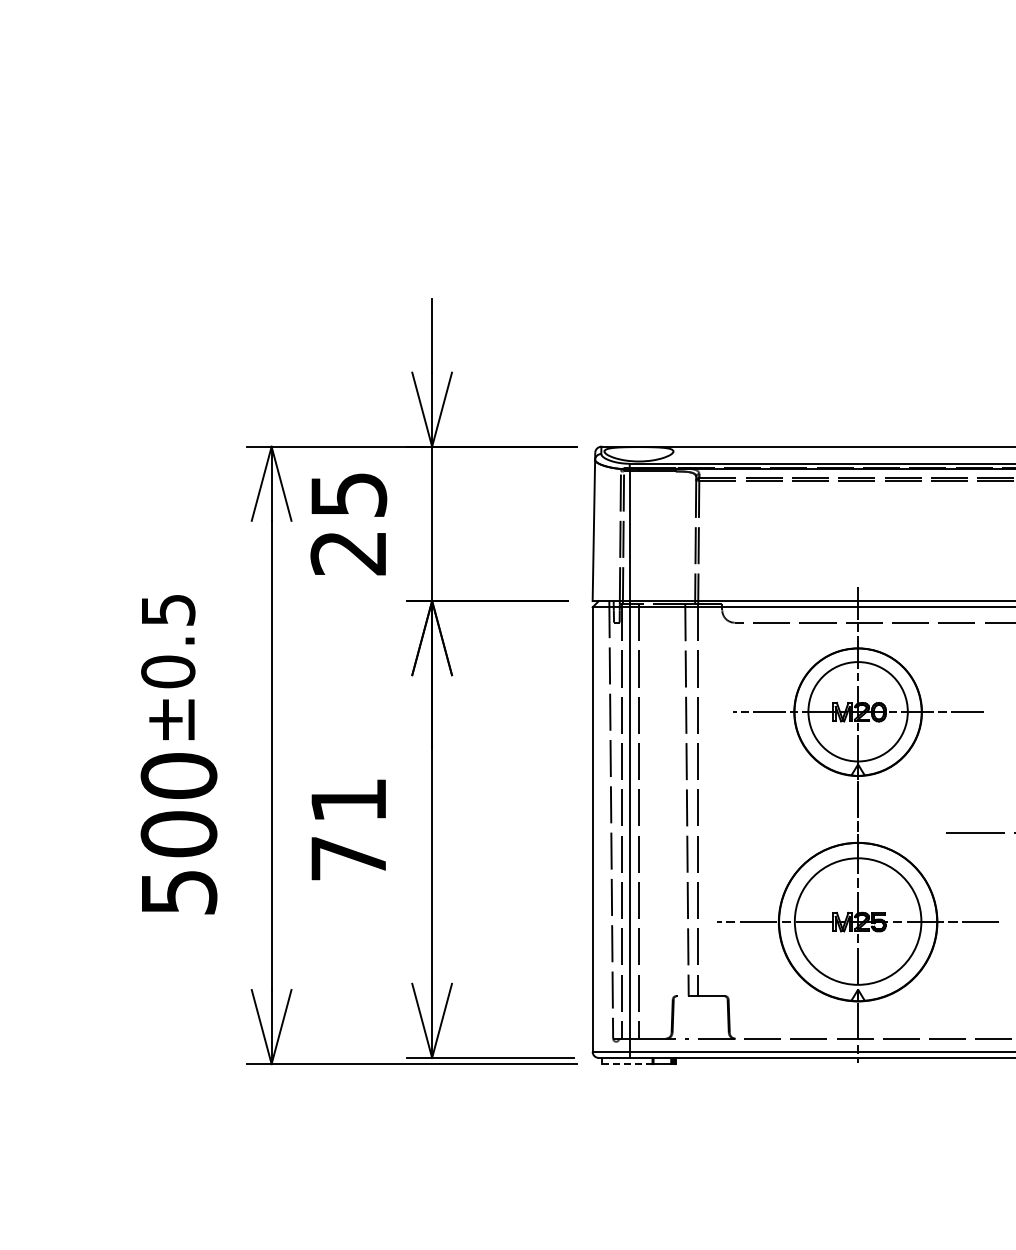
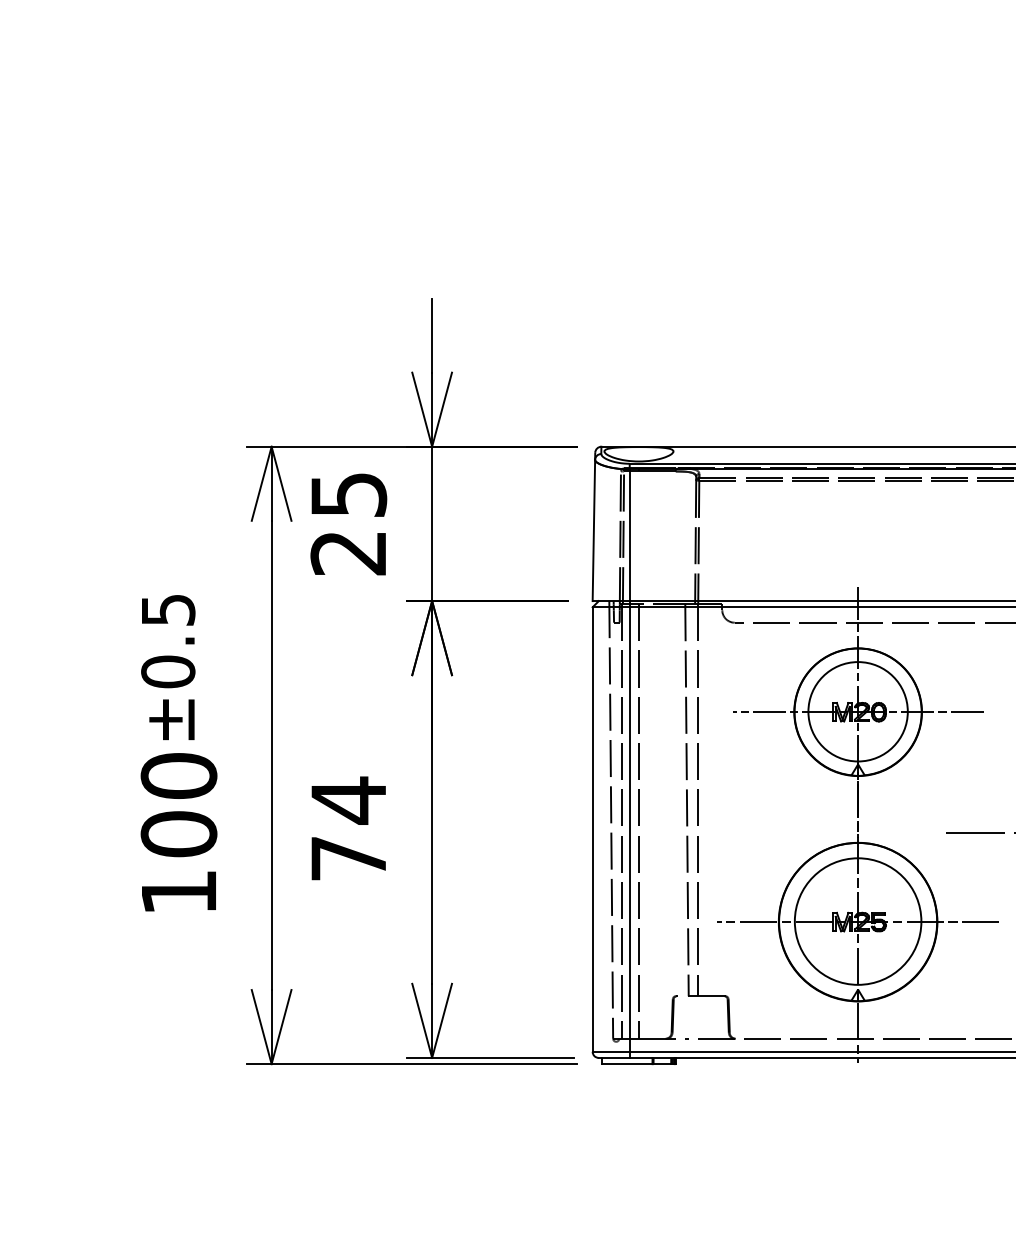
text at (348, 800): 71 -> 74
text at (179, 892): 500 -> 100
line at (627, 1064): dashed -> solid
